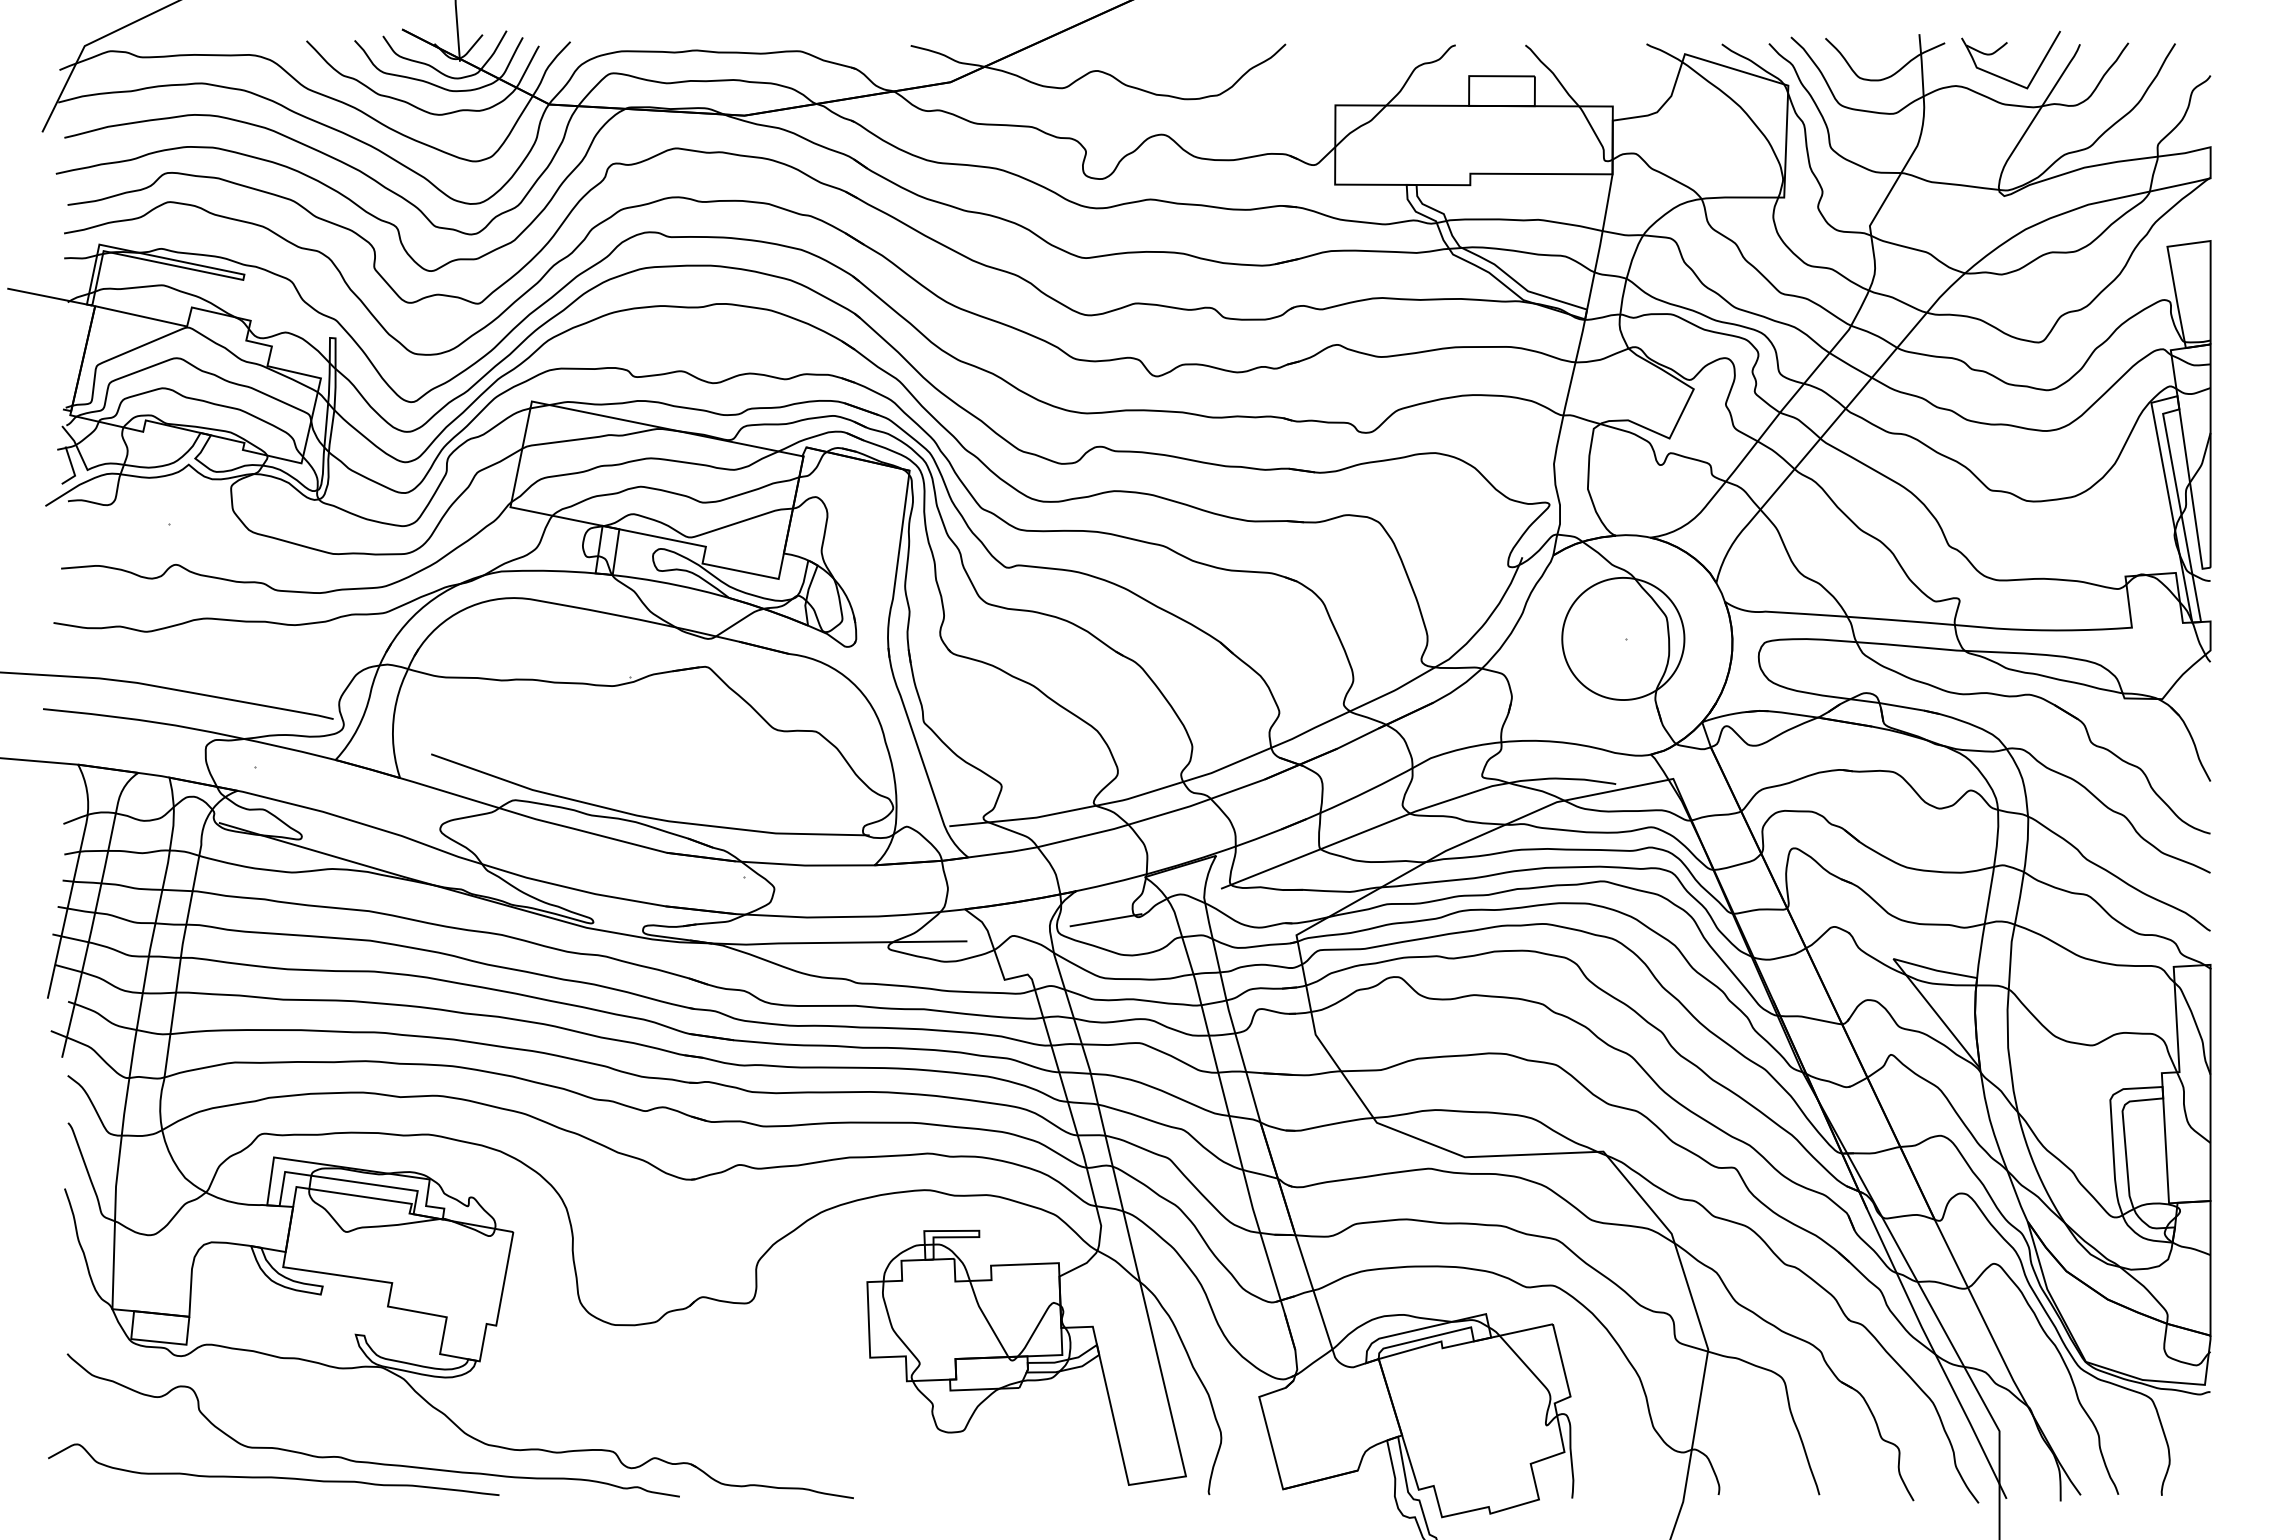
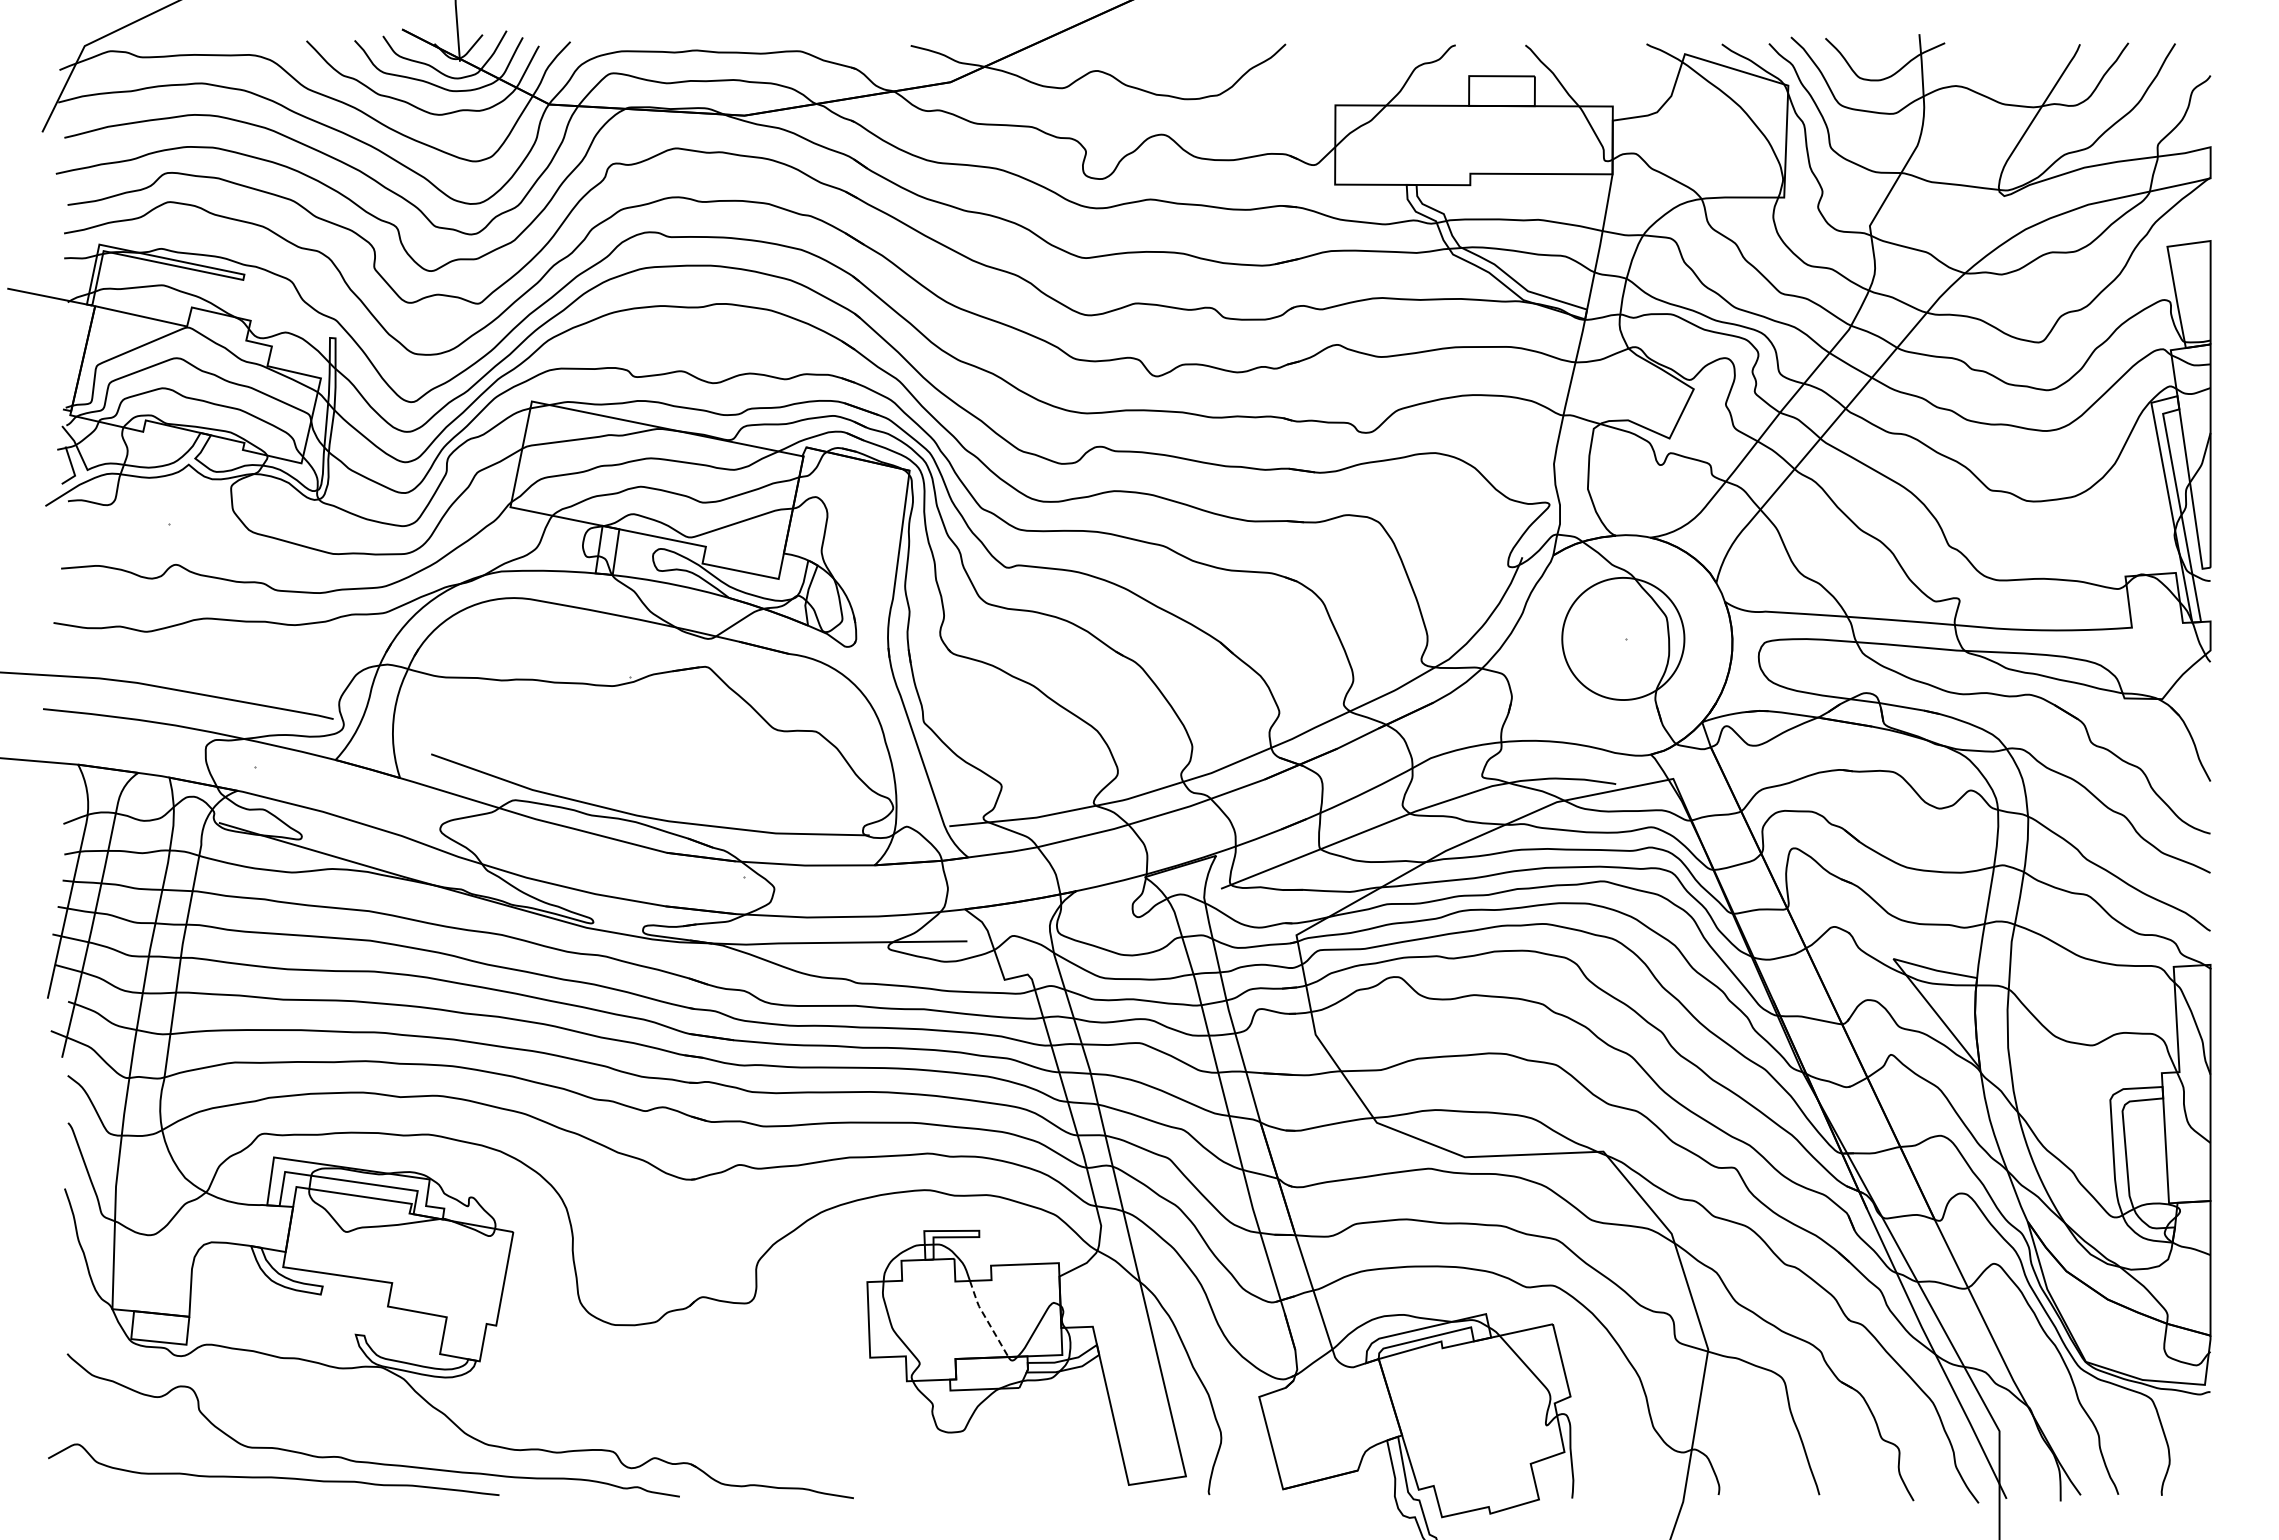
part at (2000, 49): present -> none
line at (1105, 920): present -> none
line at (986, 1319): solid -> dashed
